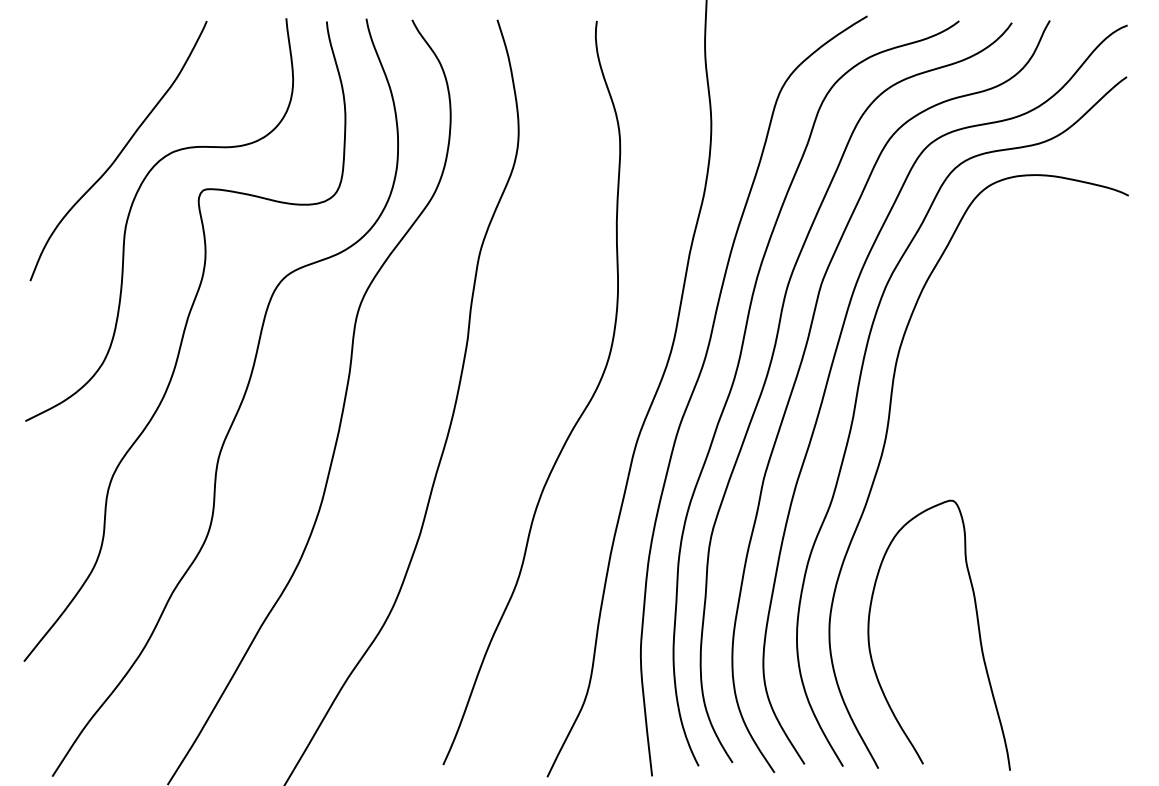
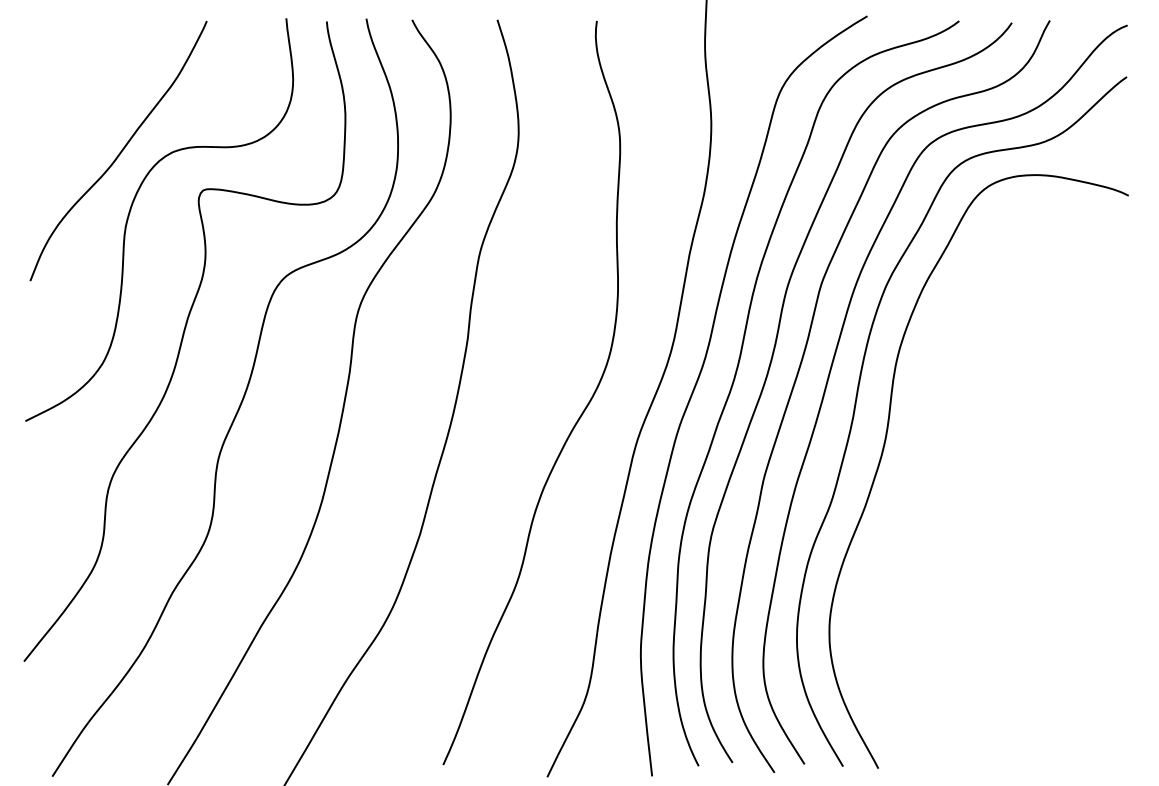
curve at (977, 626): present -> none
